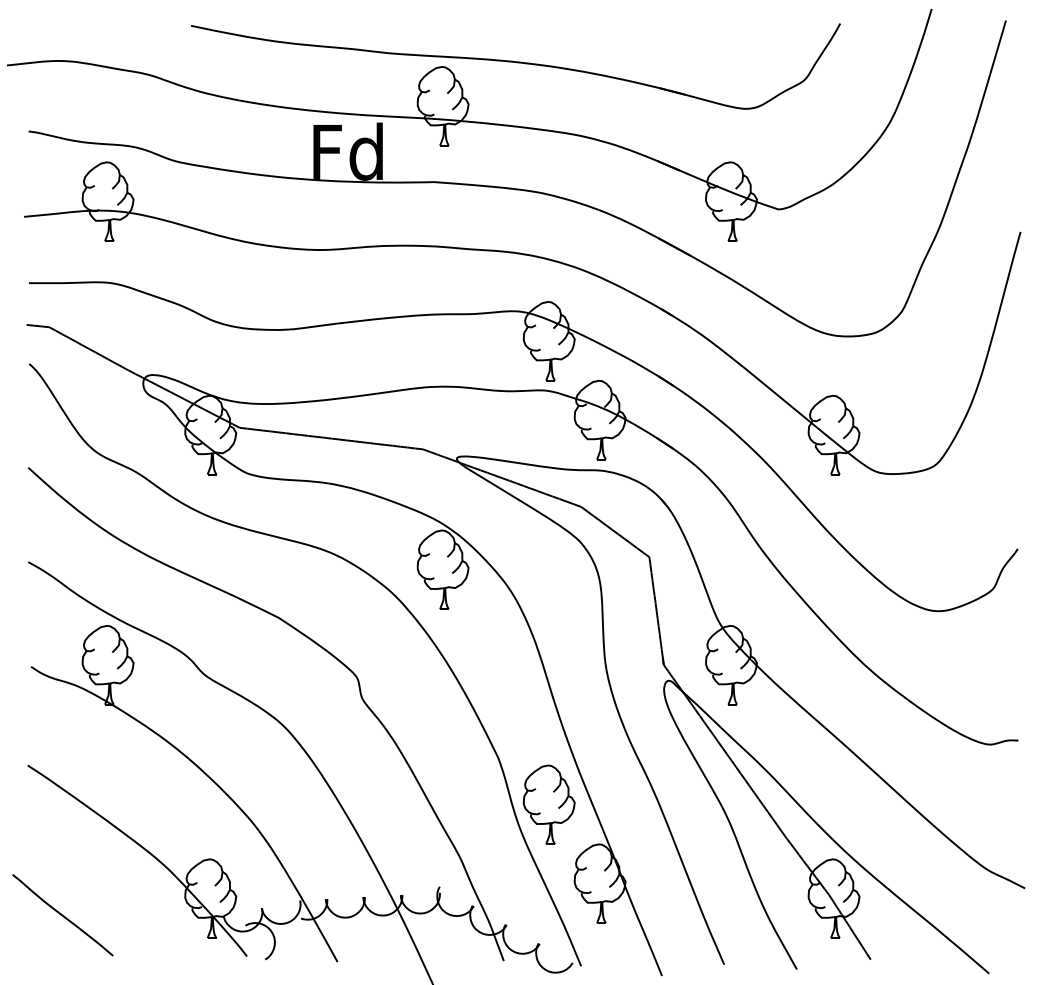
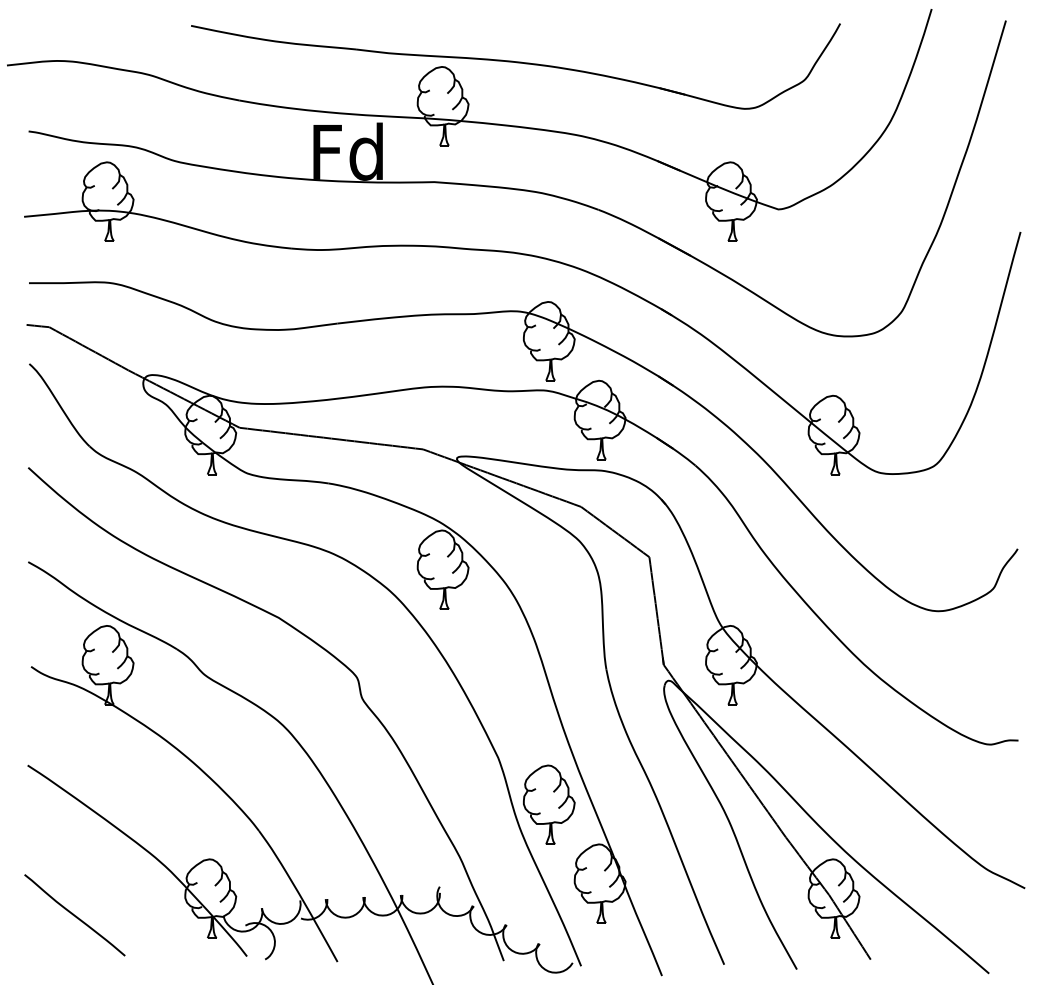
curve at (62, 915) position: (62, 915) -> (74, 915)
